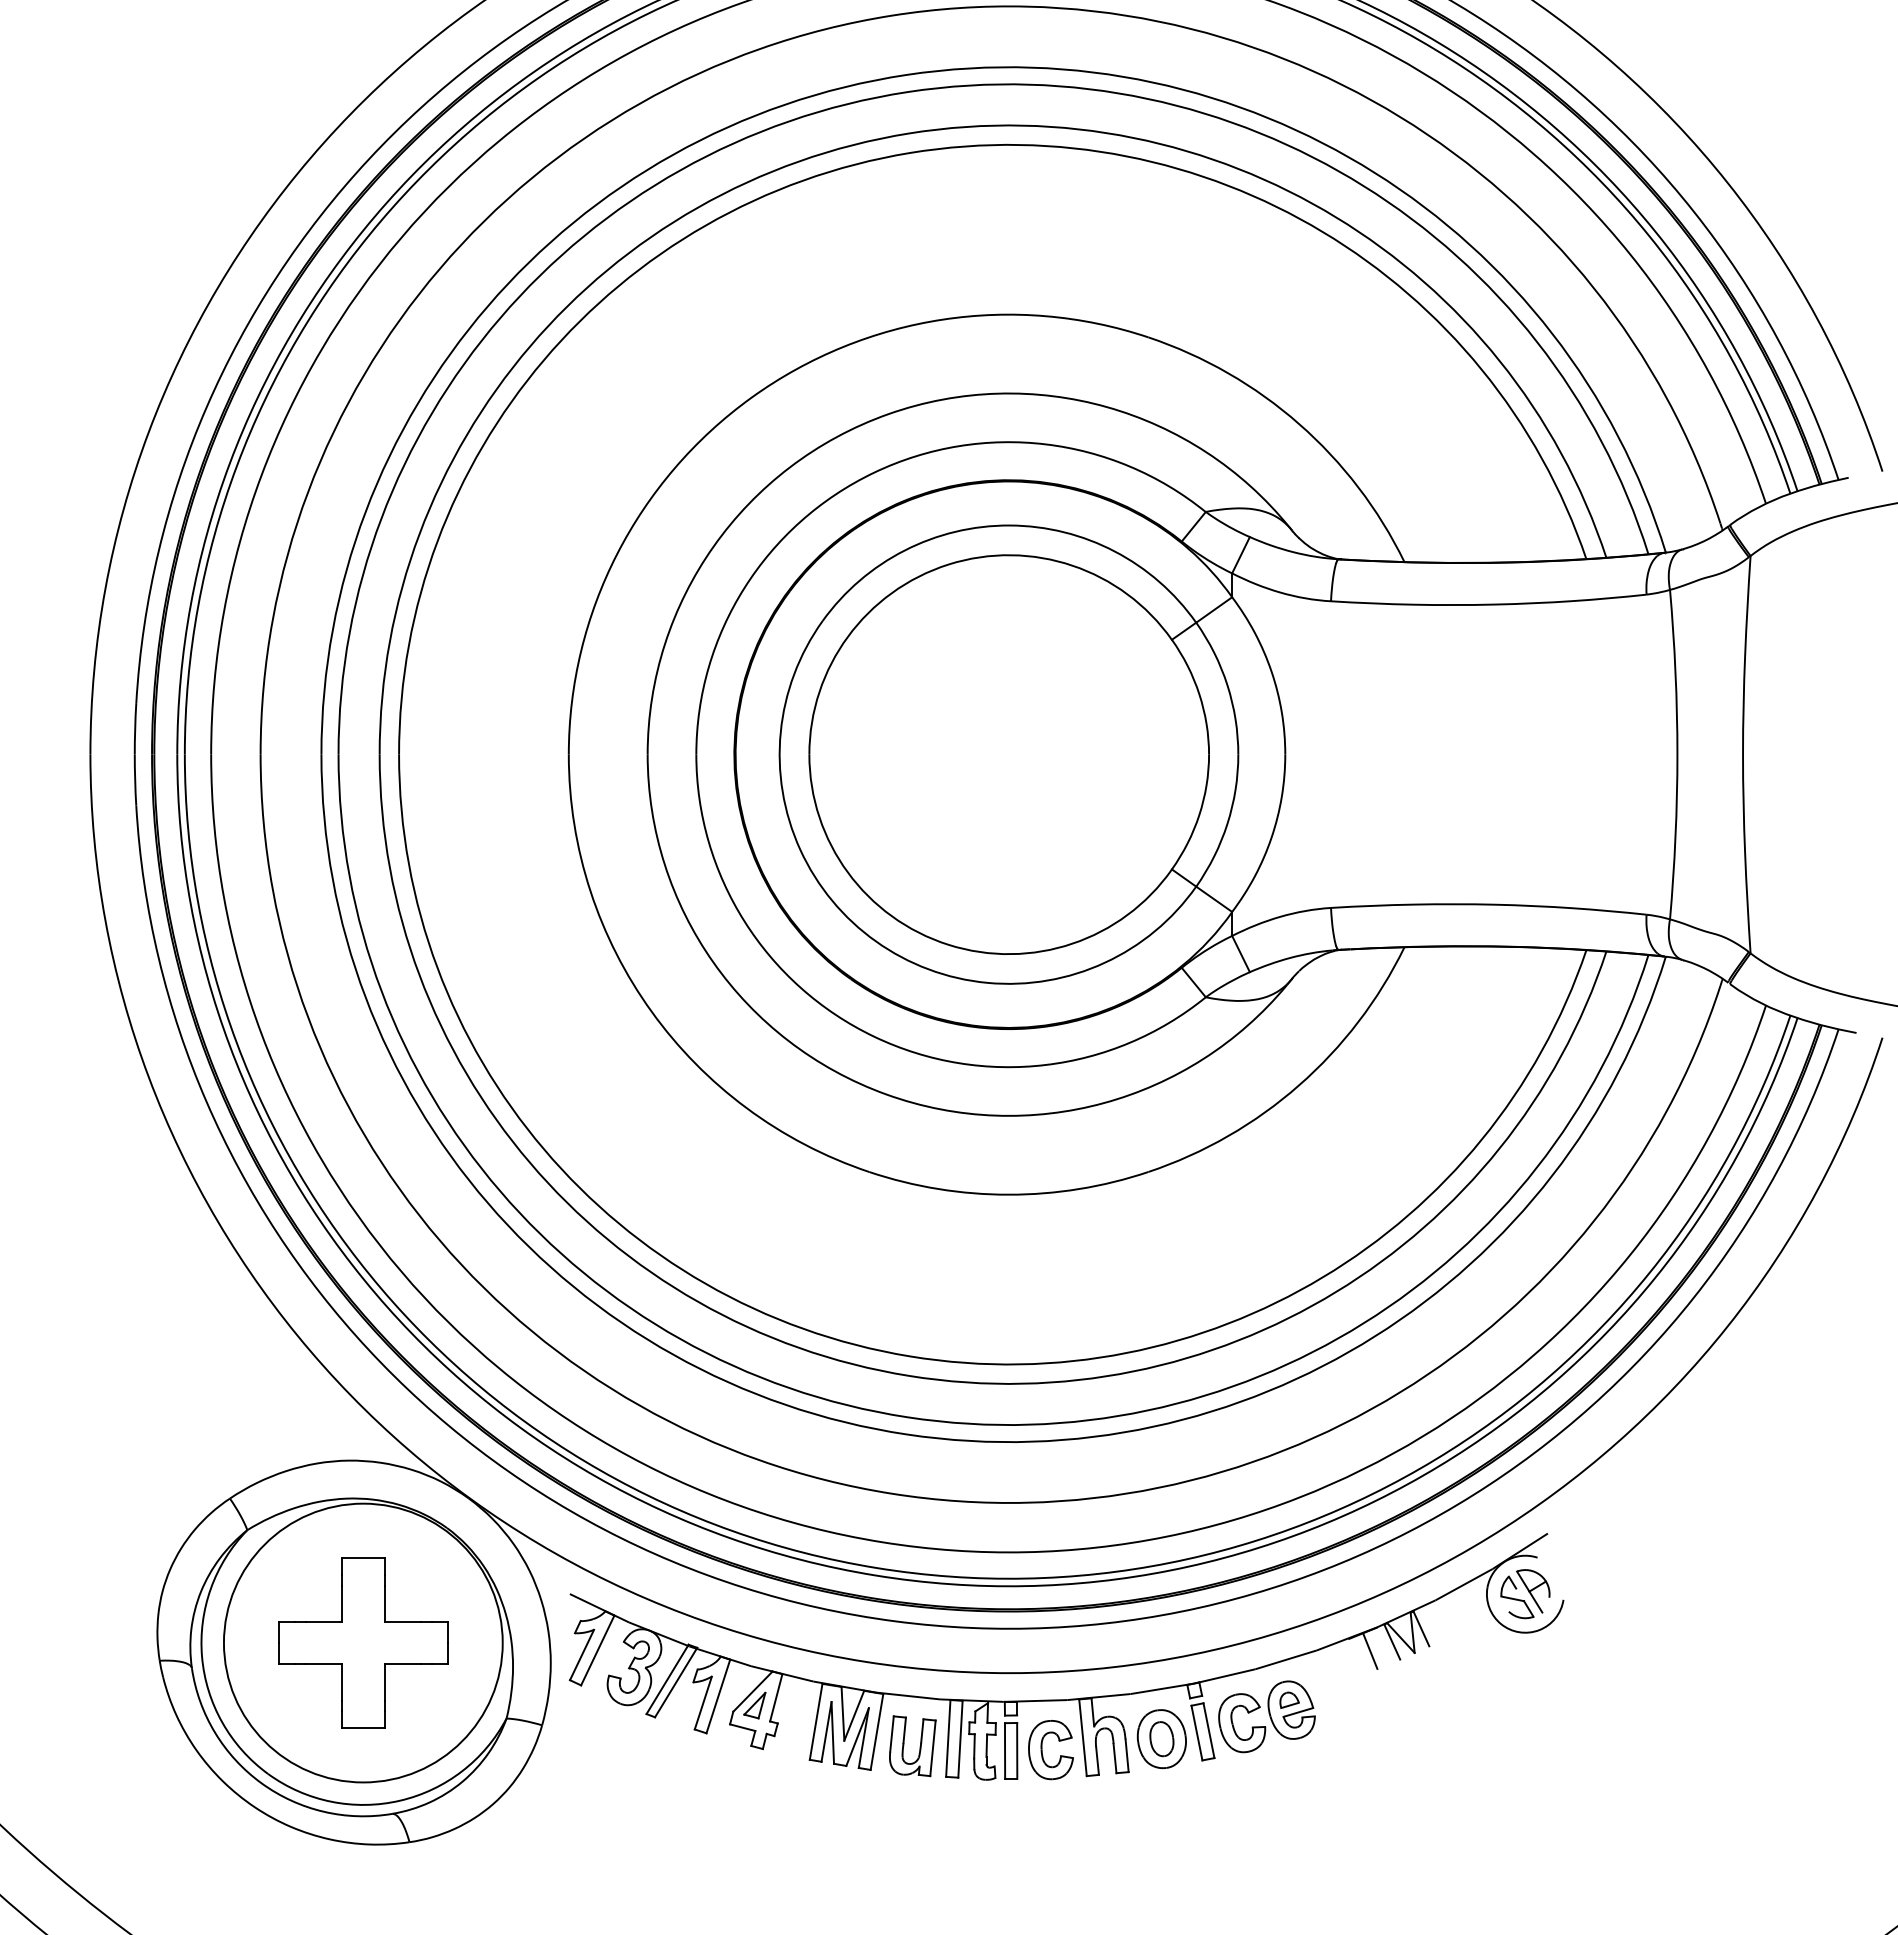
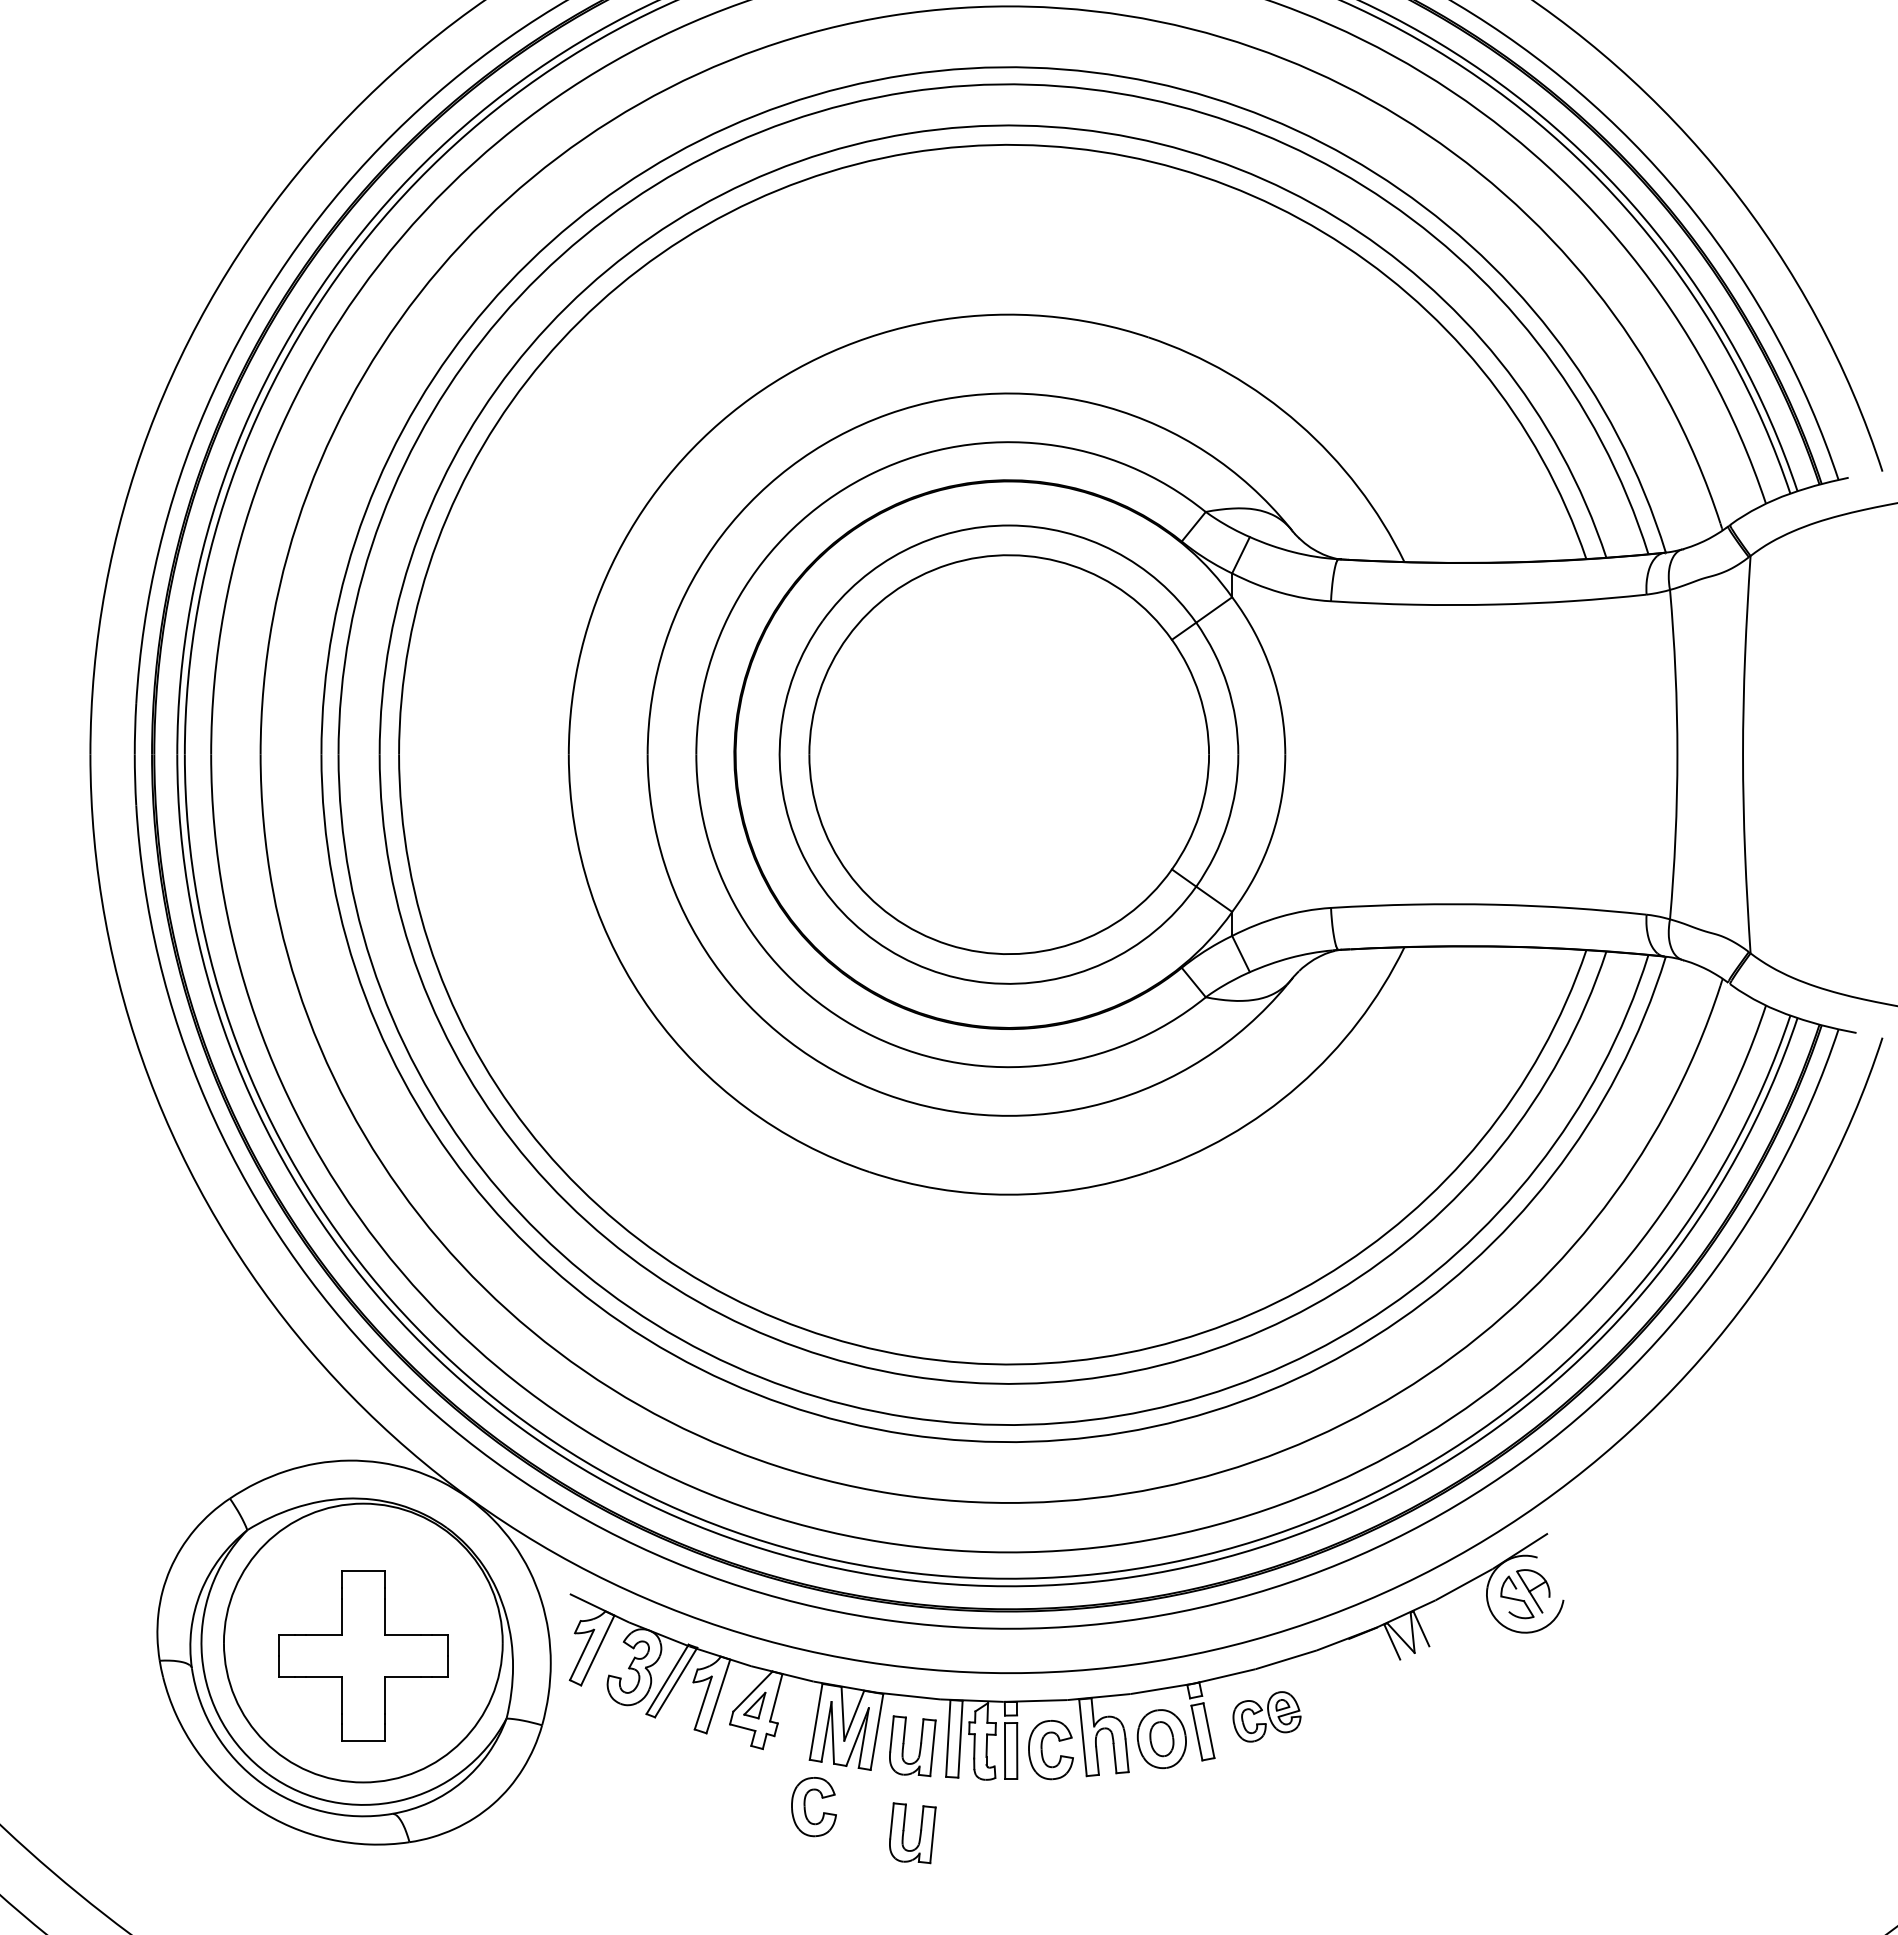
part at (363, 1642) position: (363, 1642) -> (363, 1655)
line at (1370, 1650): present -> none
part at (1266, 1716) size: 98x74 px -> 70x52 px
part at (805, 1807): none -> present
part at (919, 1833): none -> present
